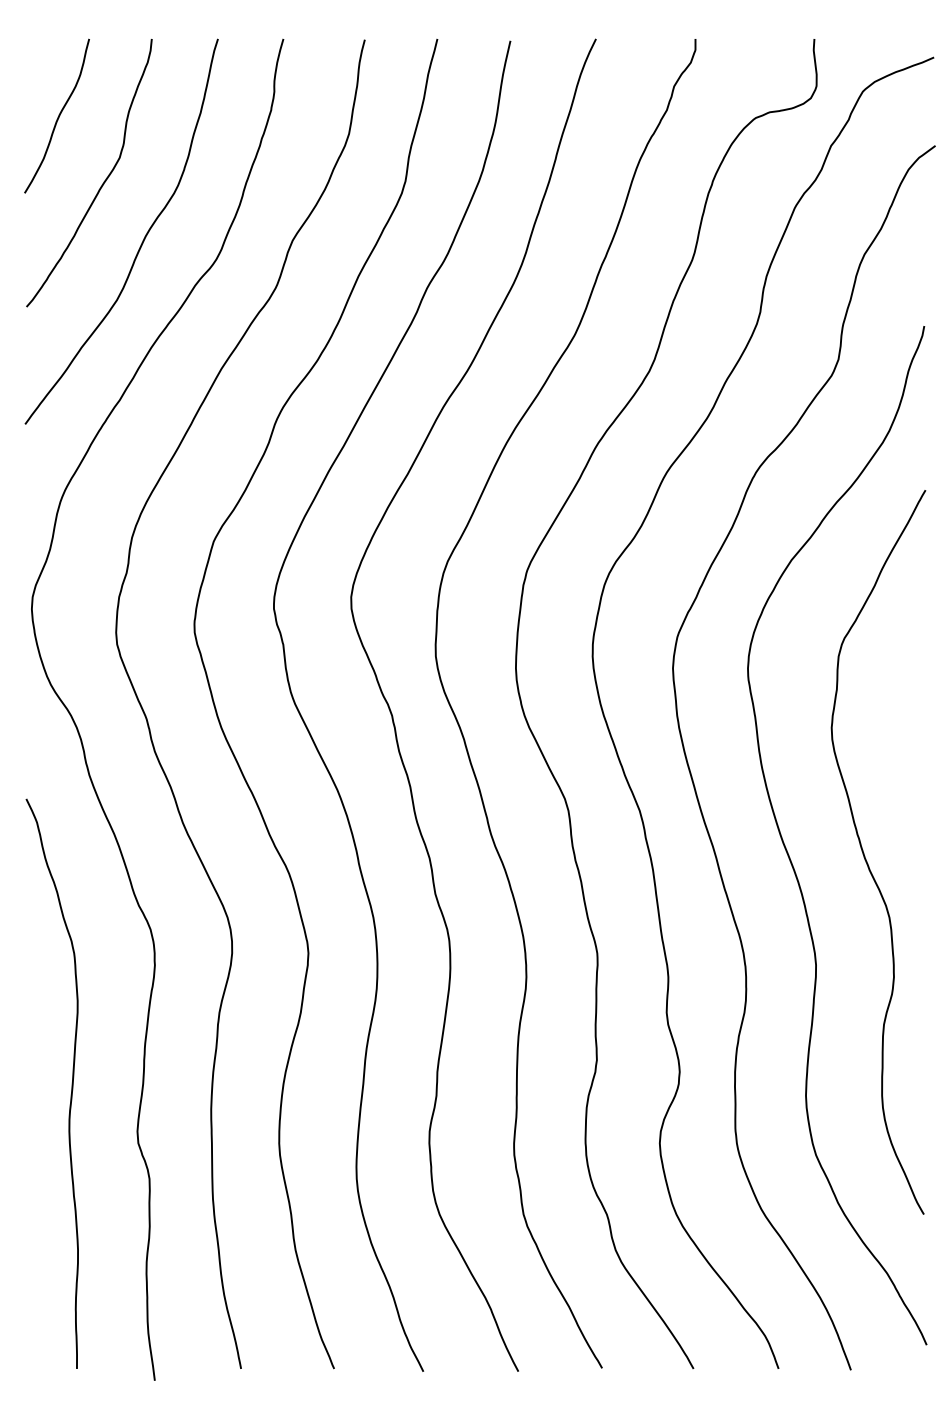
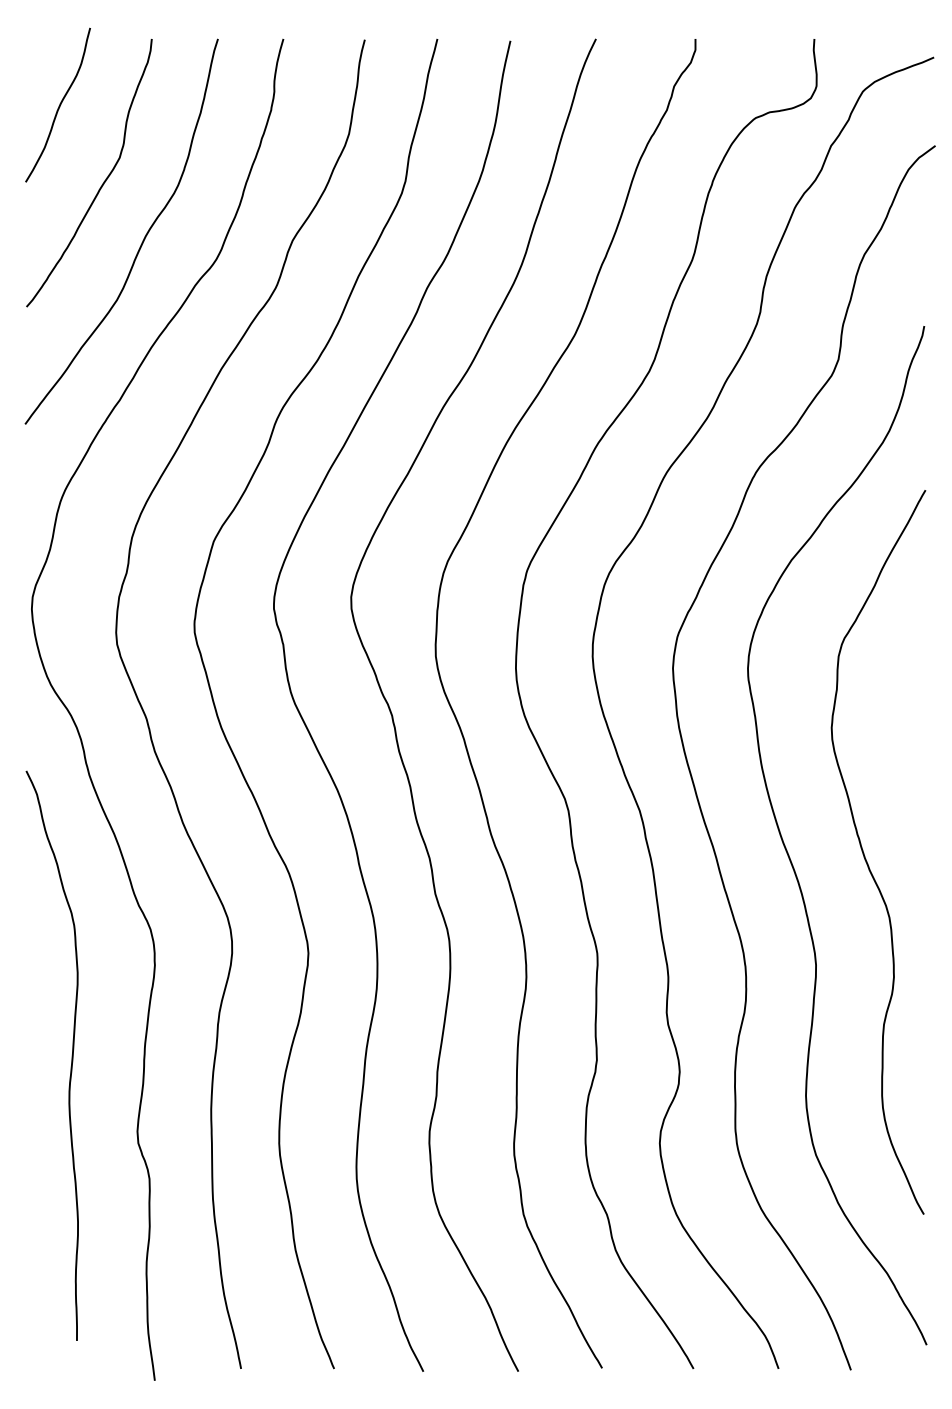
curve at (58, 115) position: (58, 115) -> (59, 104)
curve at (71, 1083) position: (71, 1083) -> (71, 1055)
